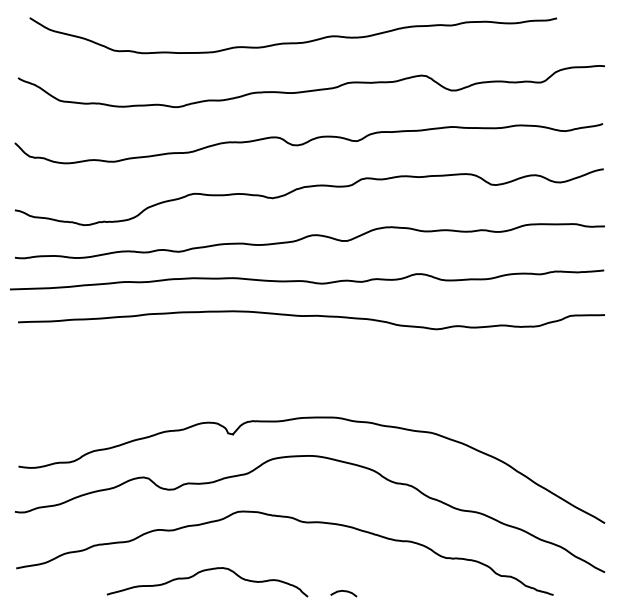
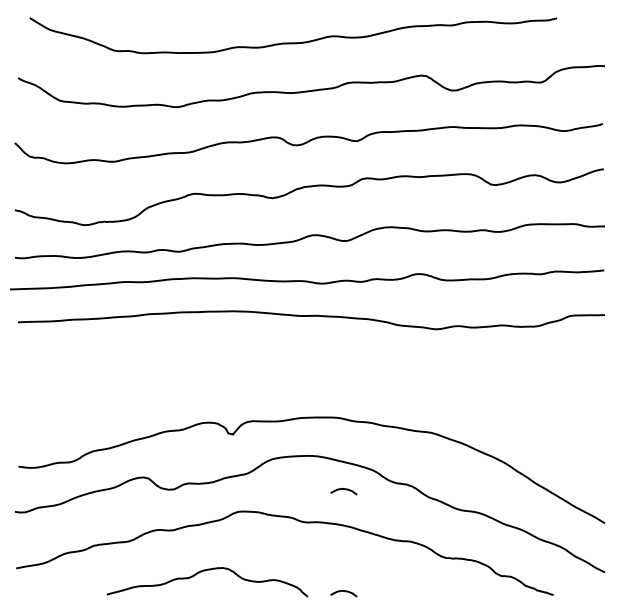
curve at (343, 489): none -> present
